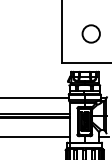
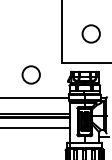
circle at (30, 74): none -> present
line at (36, 137) position: (36, 137) -> (36, 128)
